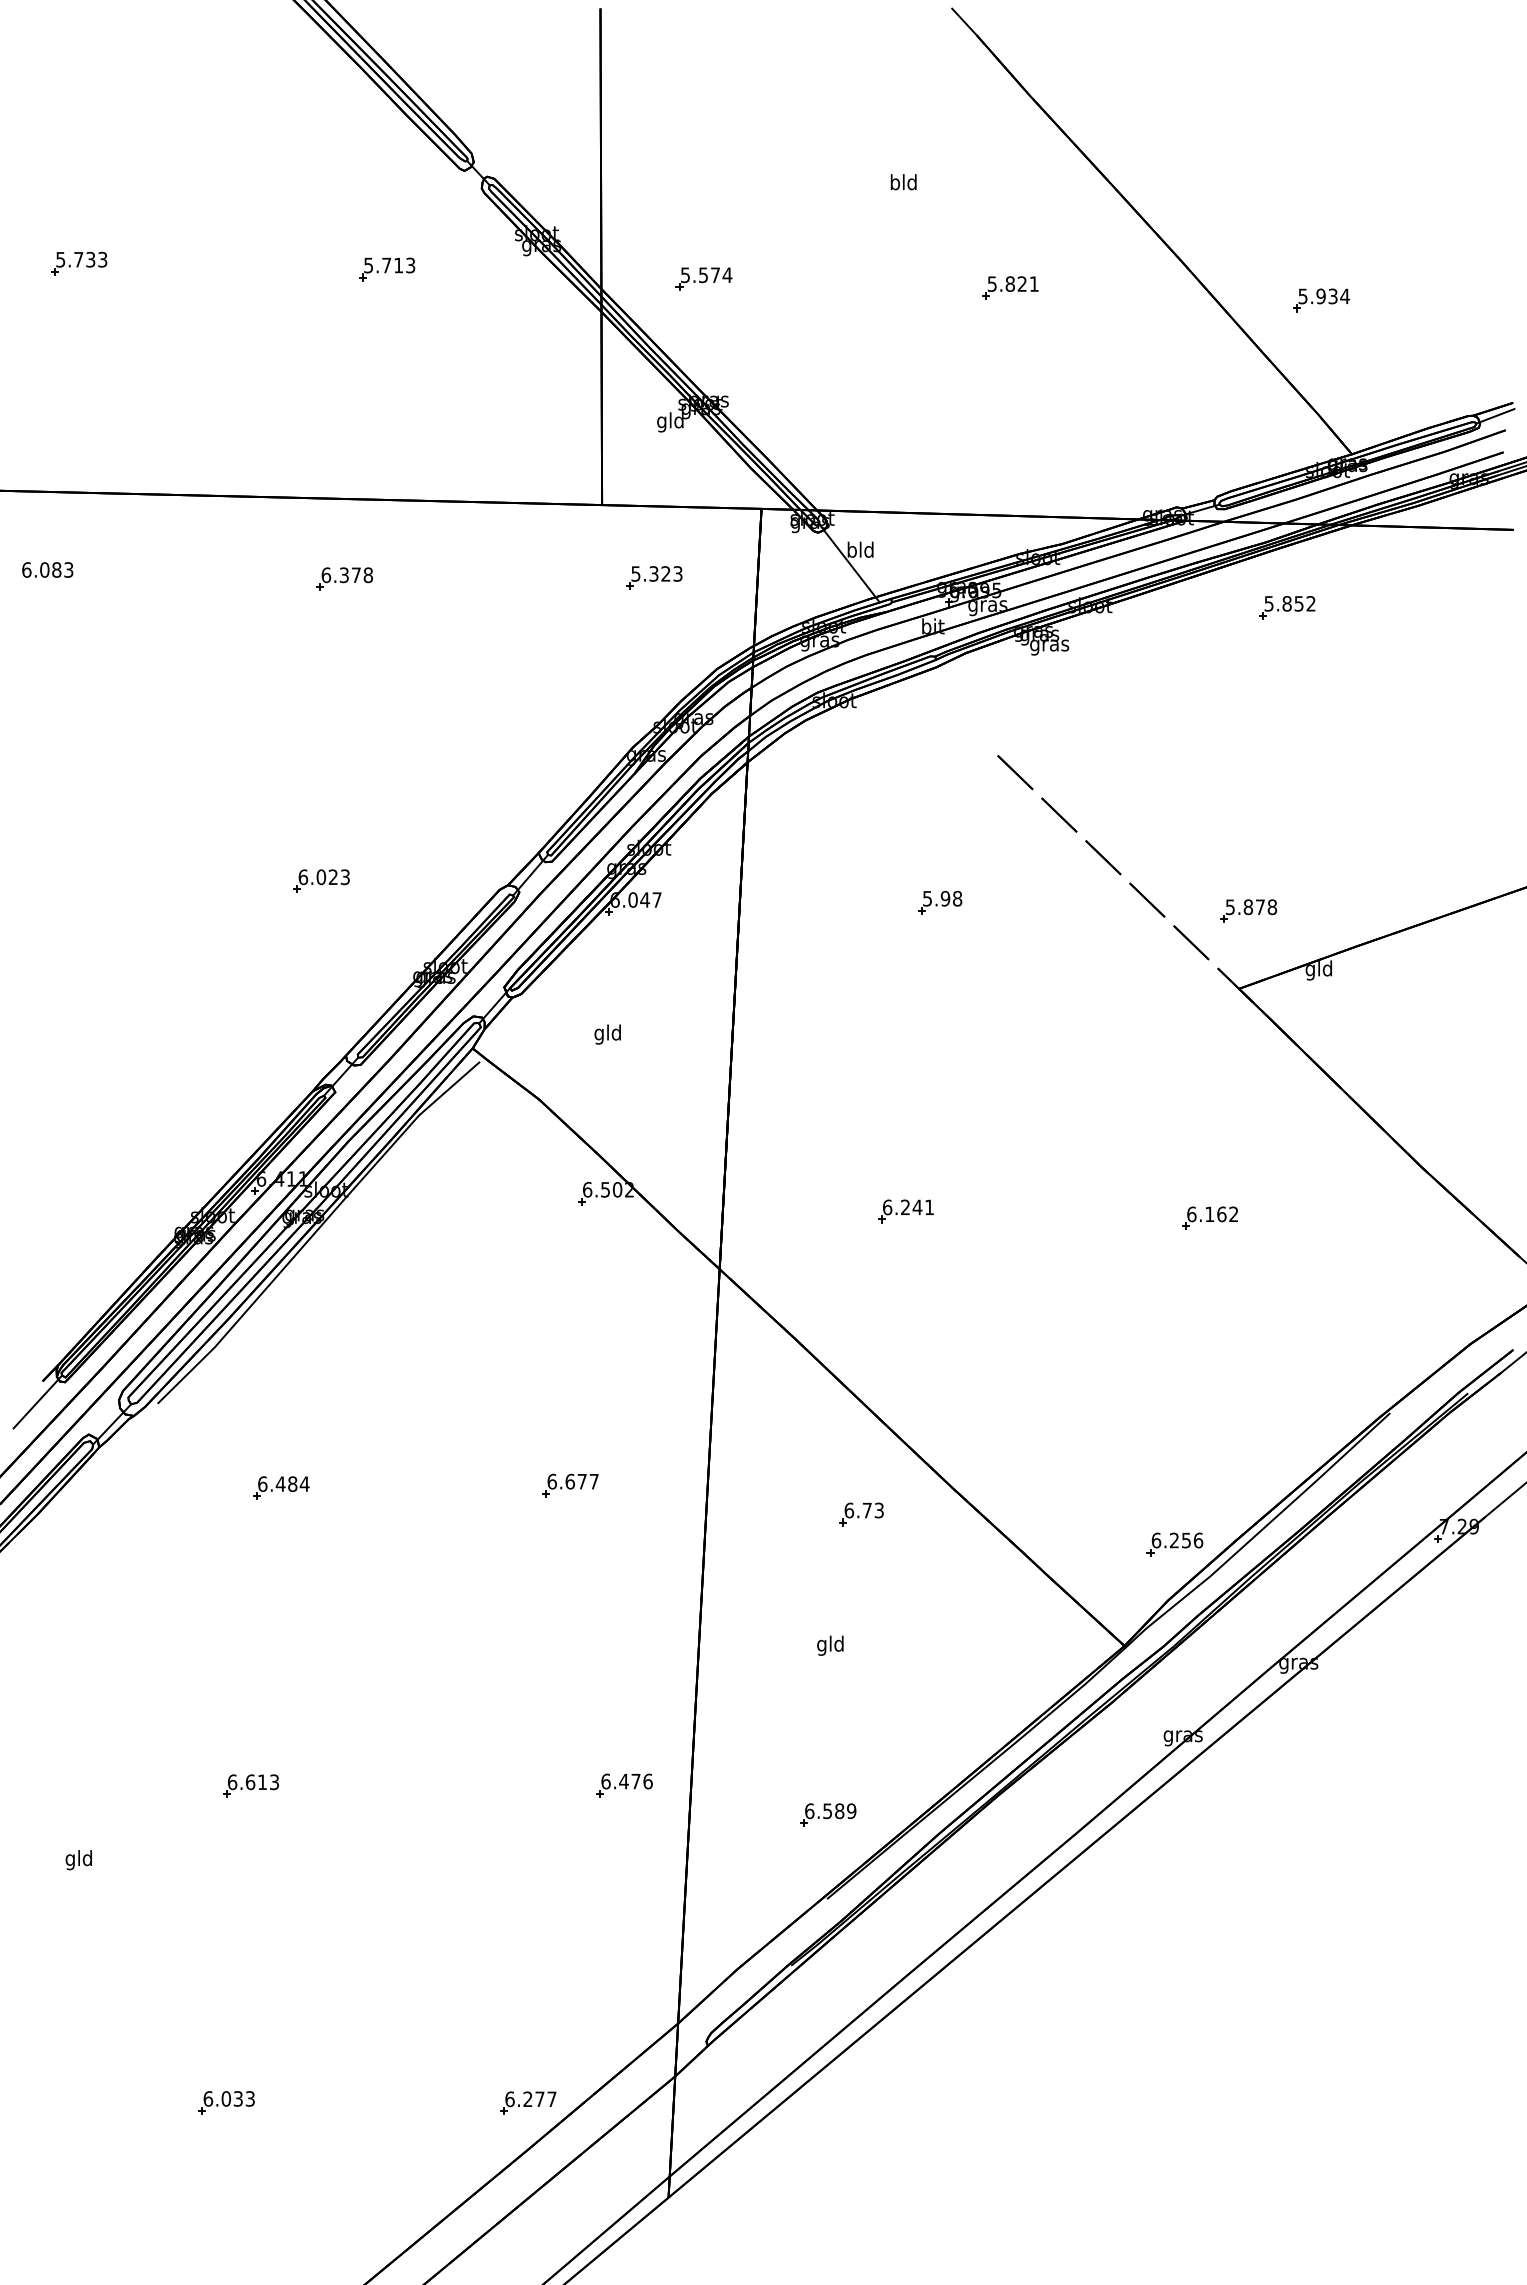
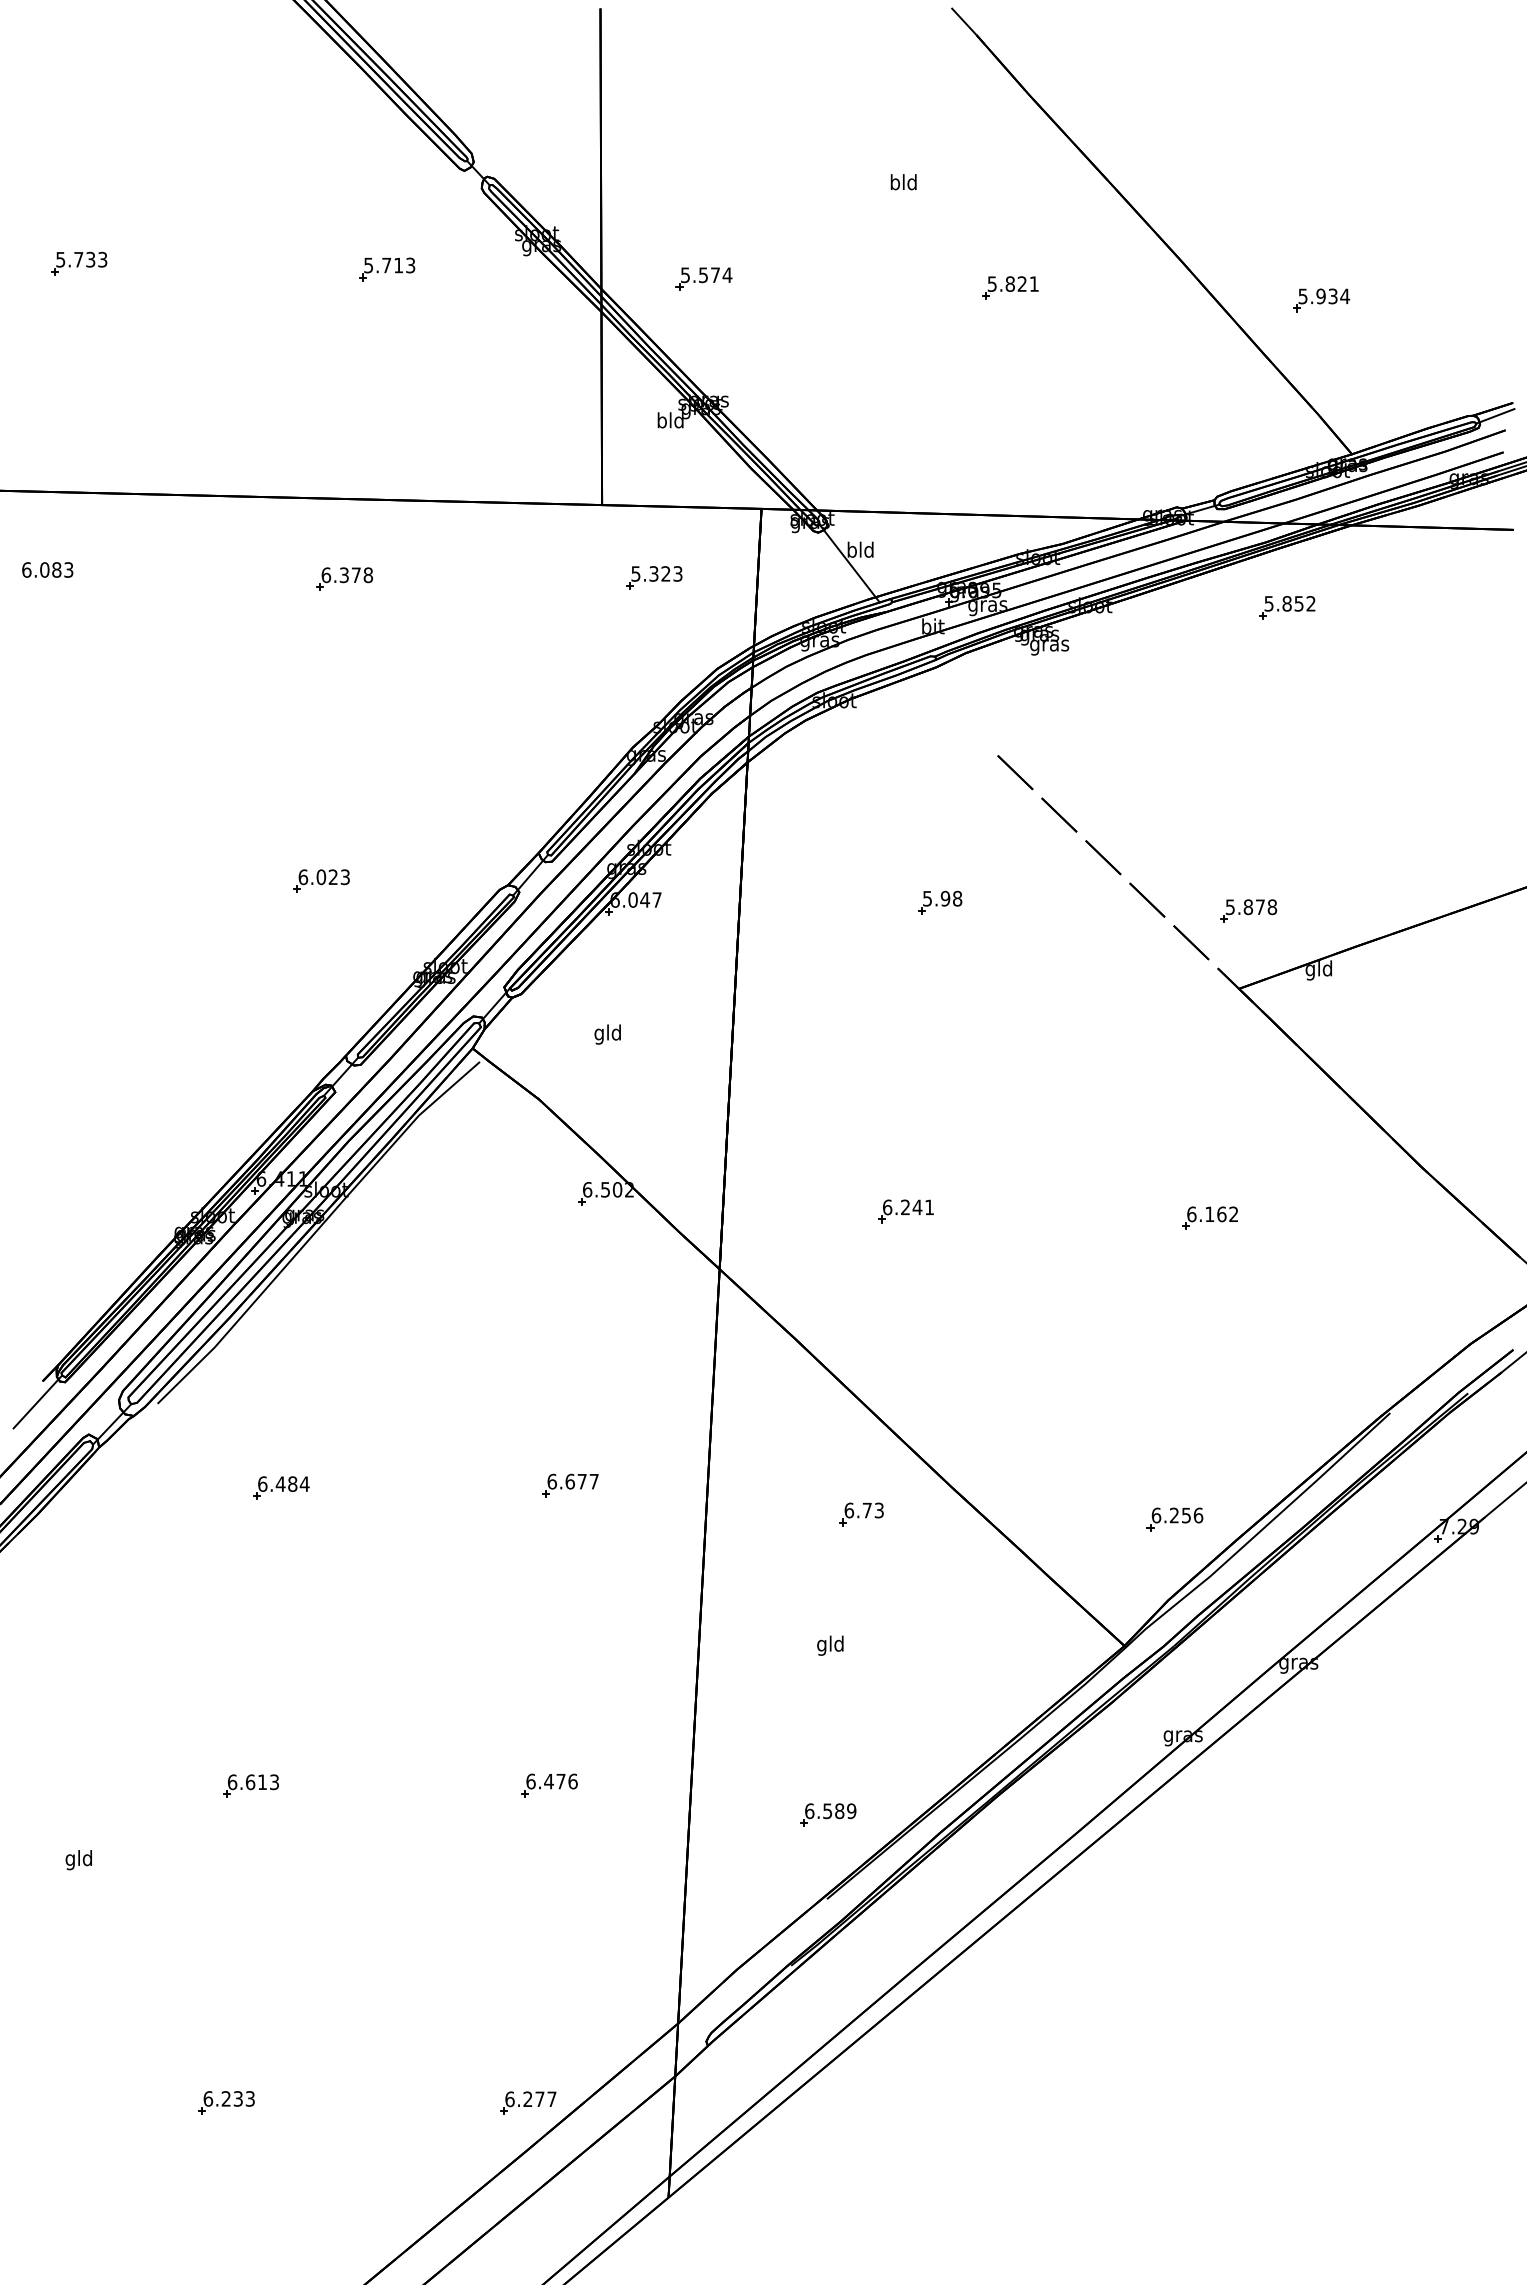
text at (661, 422): gld -> bld
part at (1174, 1544) position: (1174, 1544) -> (1174, 1519)
part at (624, 1785) position: (624, 1785) -> (549, 1785)
text at (226, 2098): 6.033 -> 6.233
